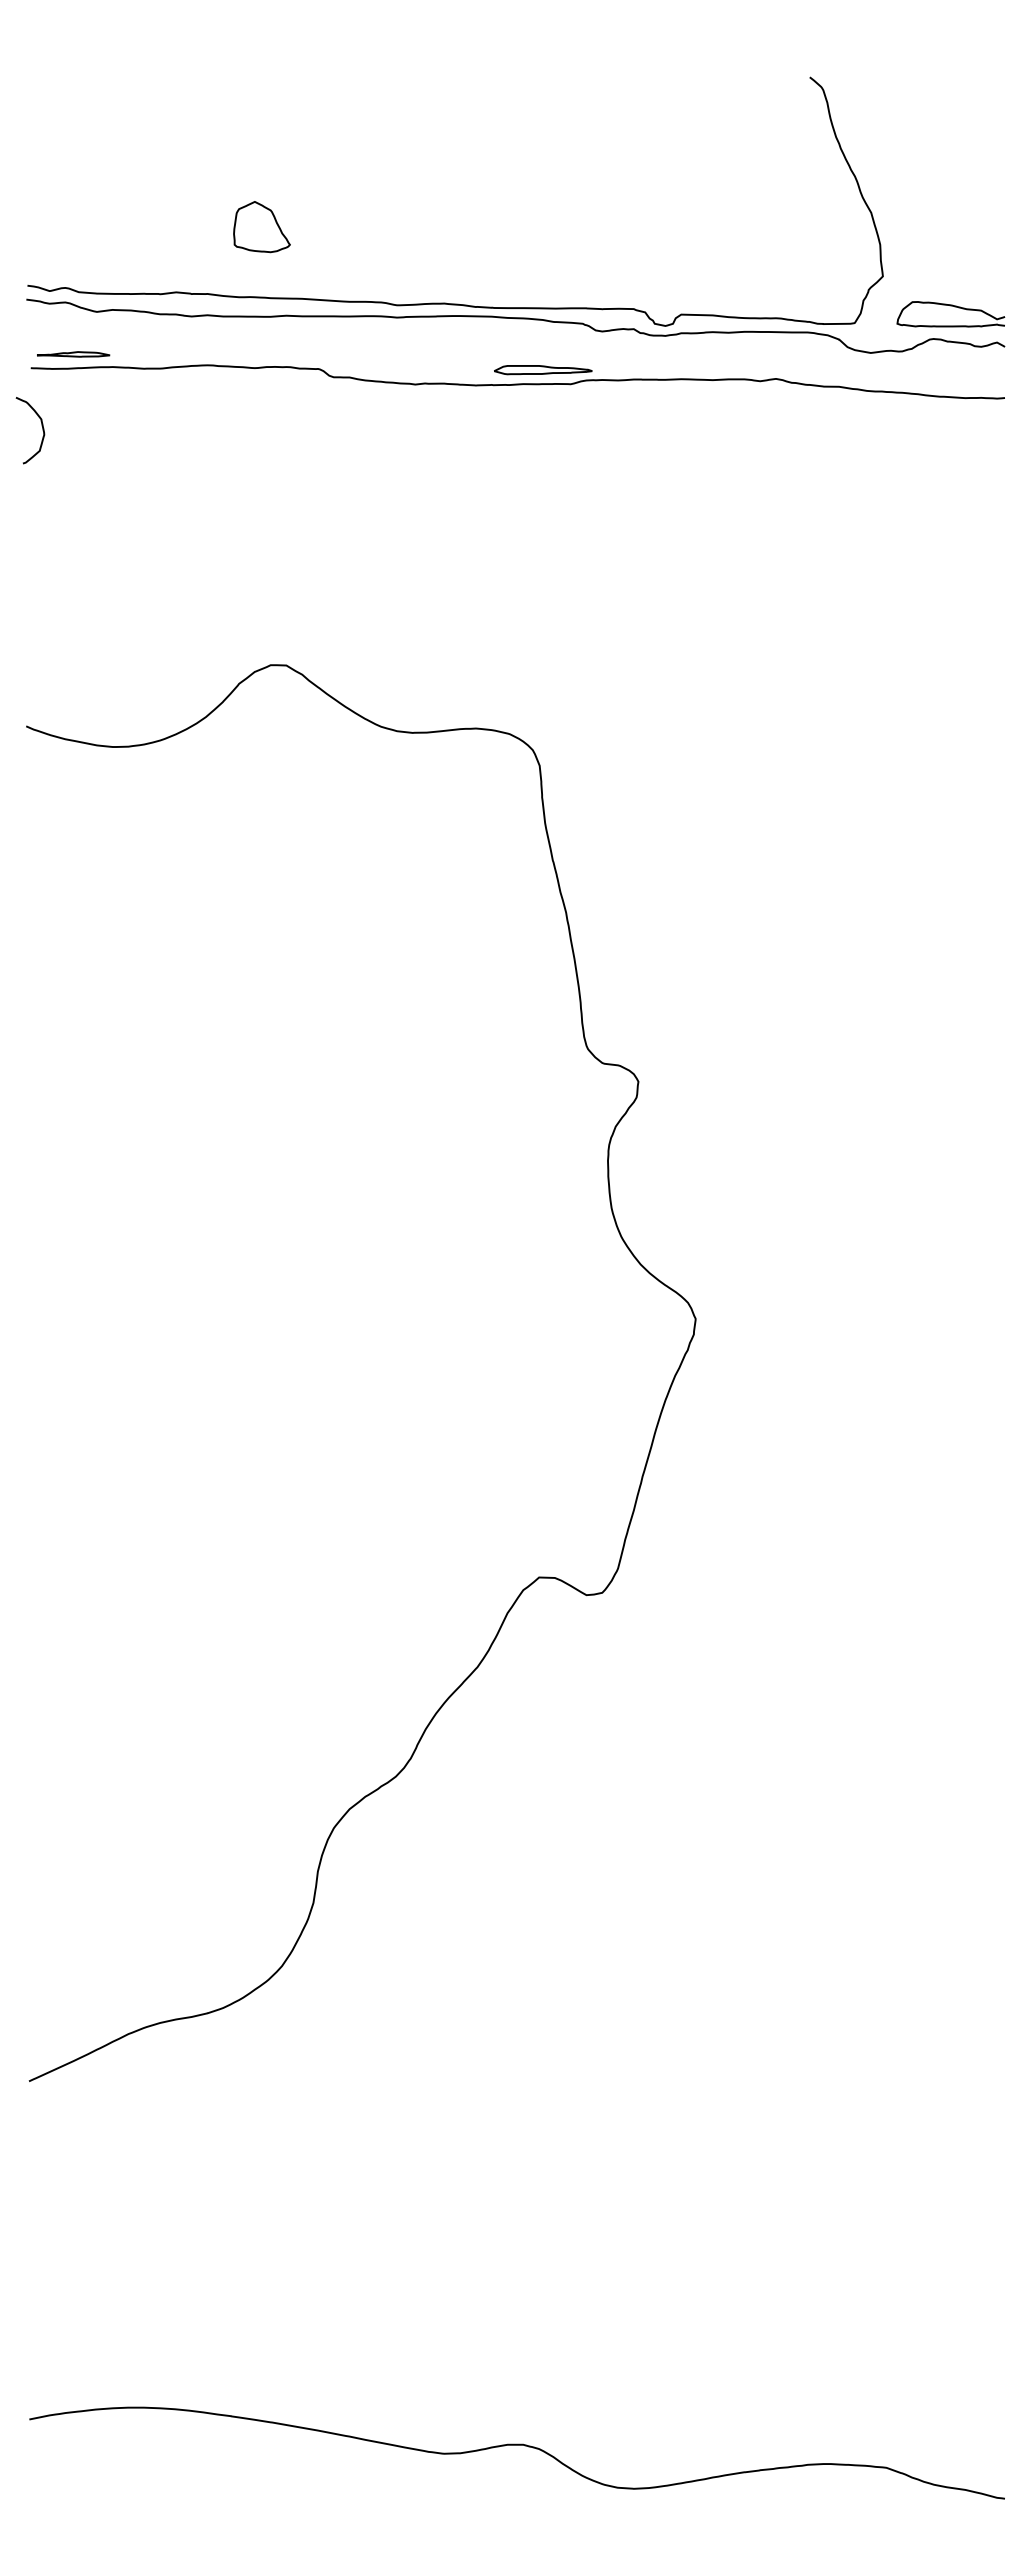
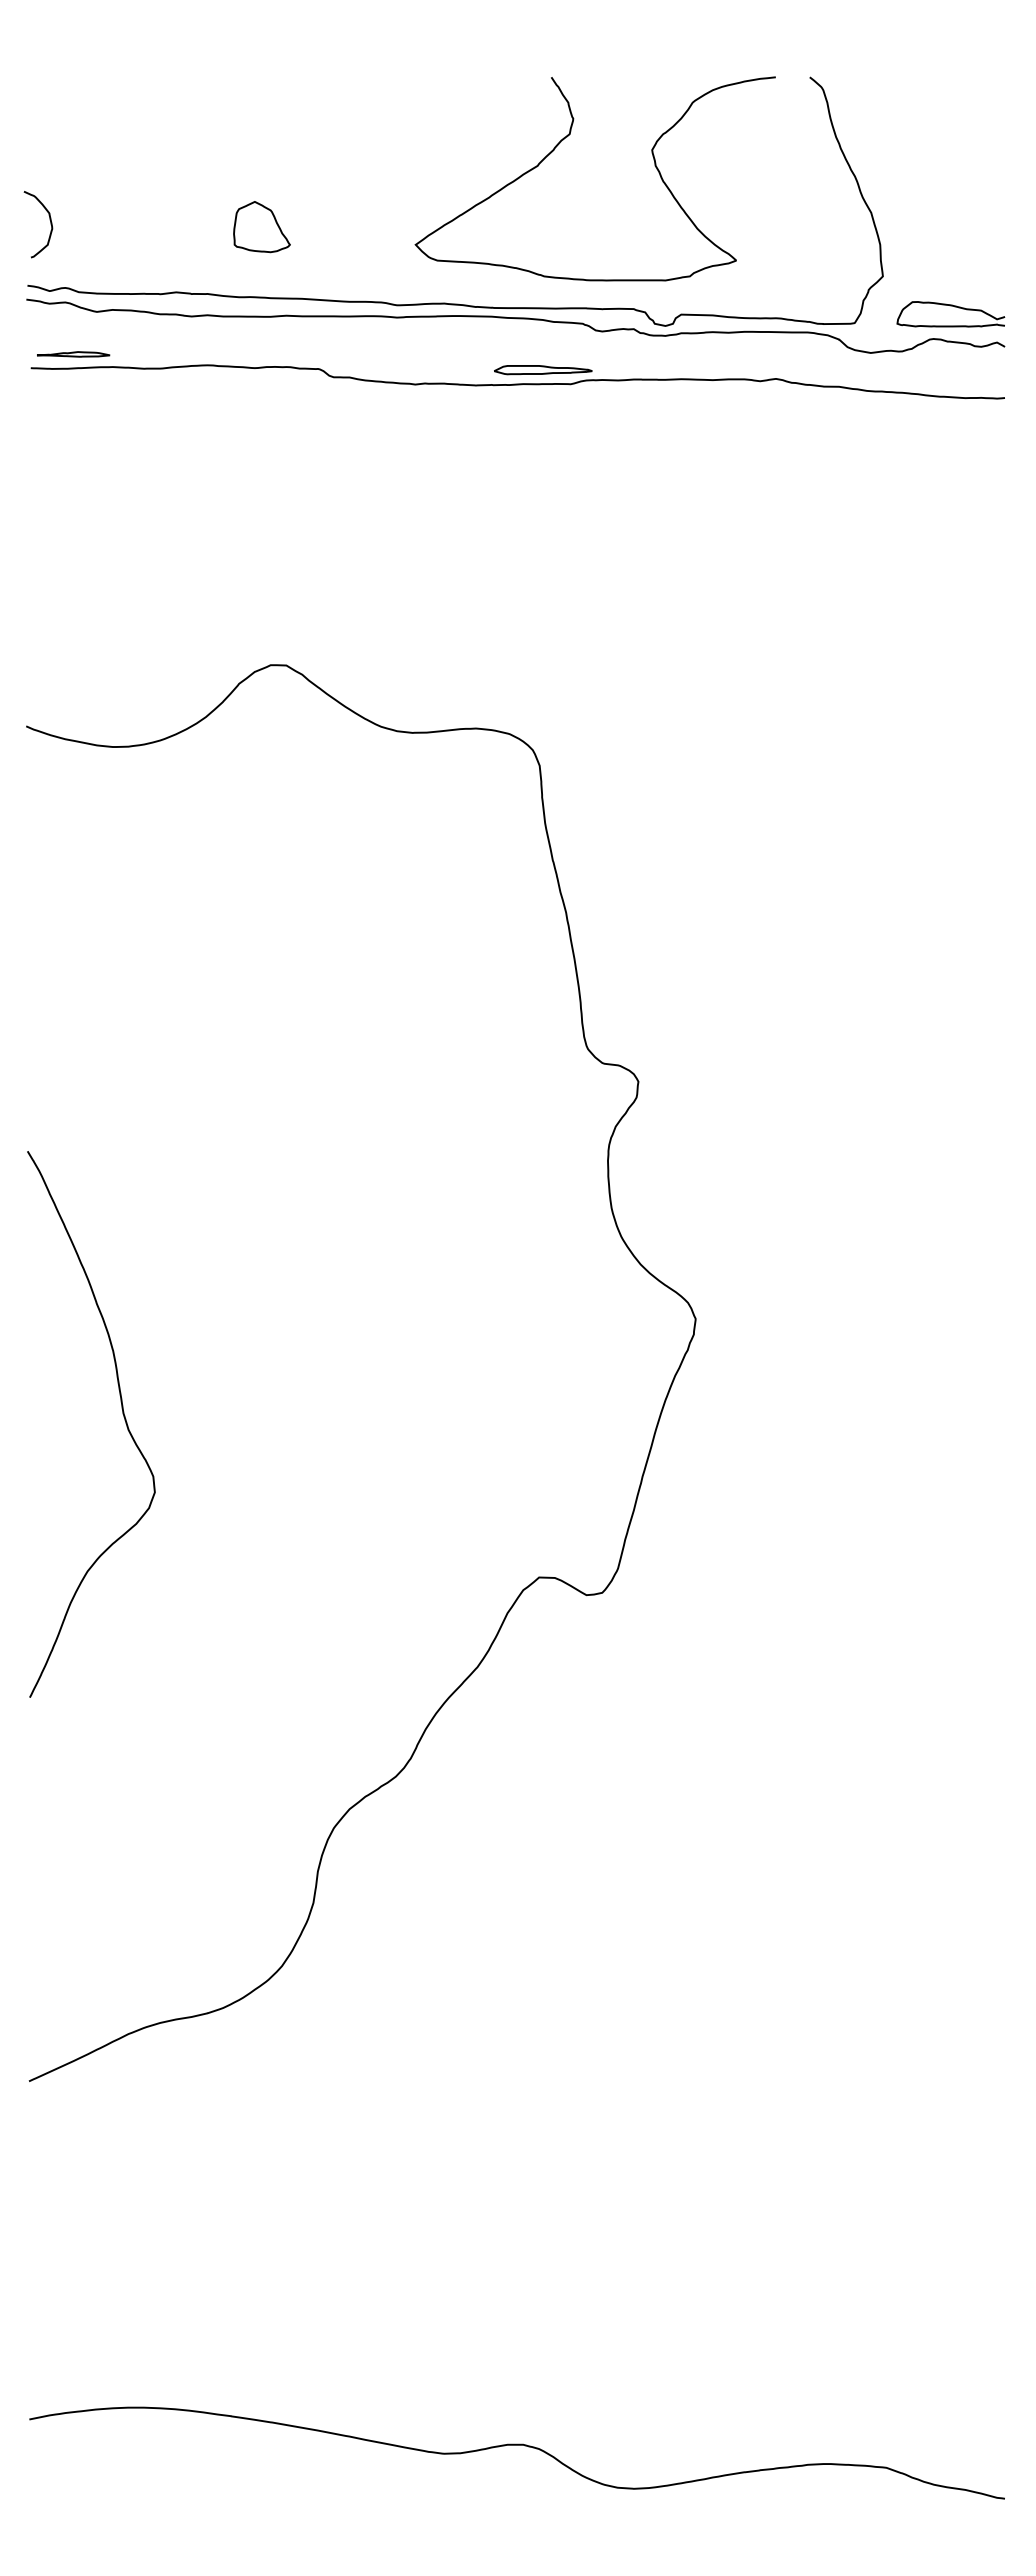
curve at (560, 143): none -> present
curve at (41, 426) position: (41, 426) -> (49, 220)
curve at (122, 1414): none -> present
